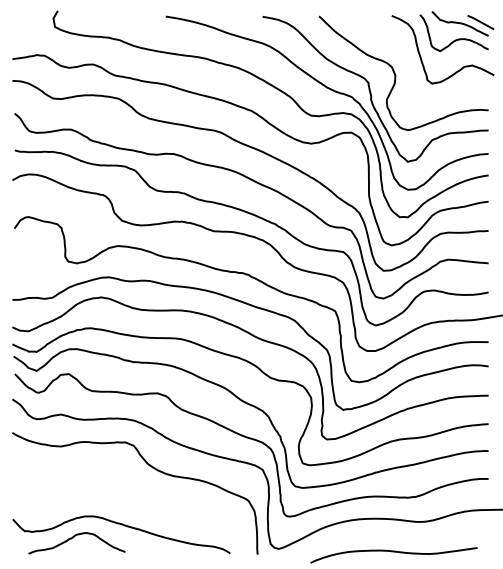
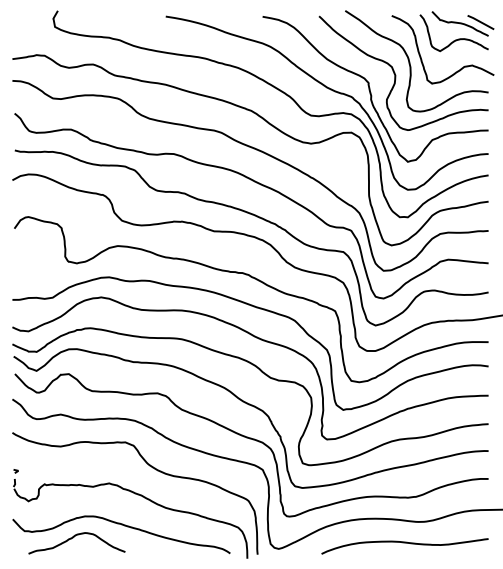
curve at (410, 61): none -> present
part at (137, 495): none -> present
curve at (393, 552) position: (393, 552) -> (404, 543)
